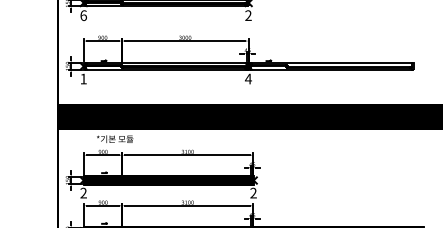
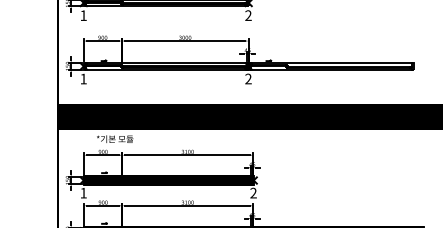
text at (83, 15): 6 -> 1
text at (248, 78): 4 -> 2
text at (83, 192): 2 -> 1
